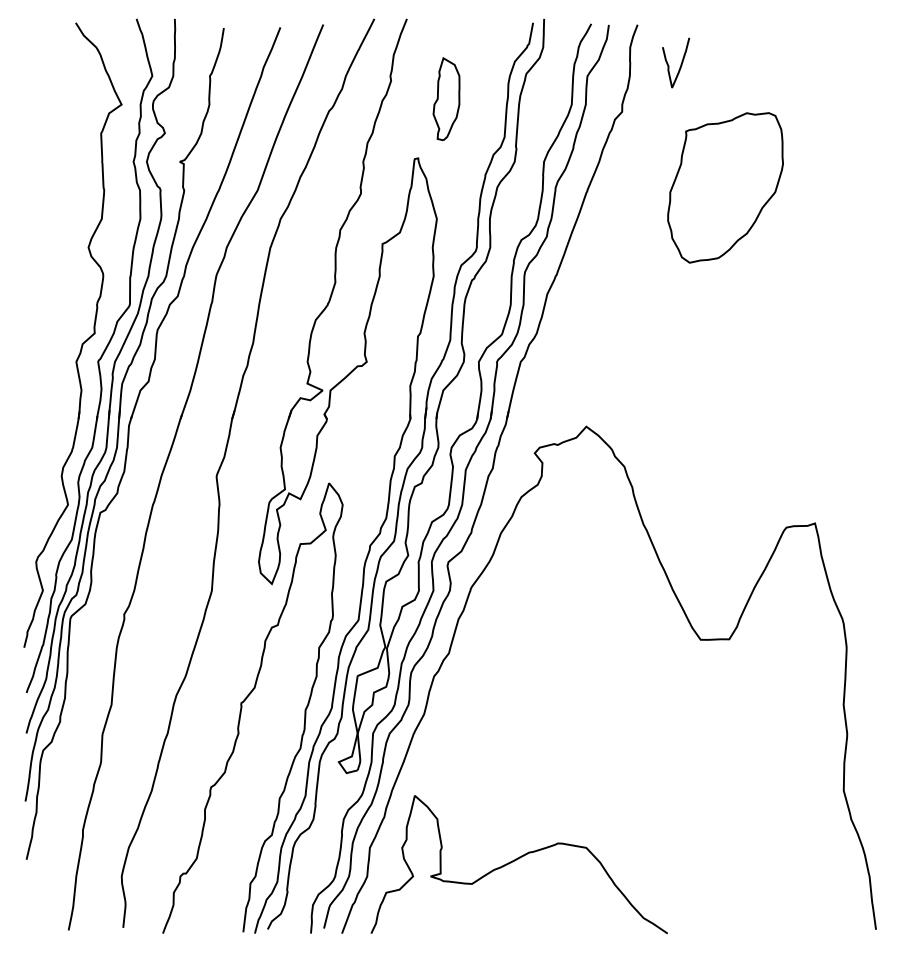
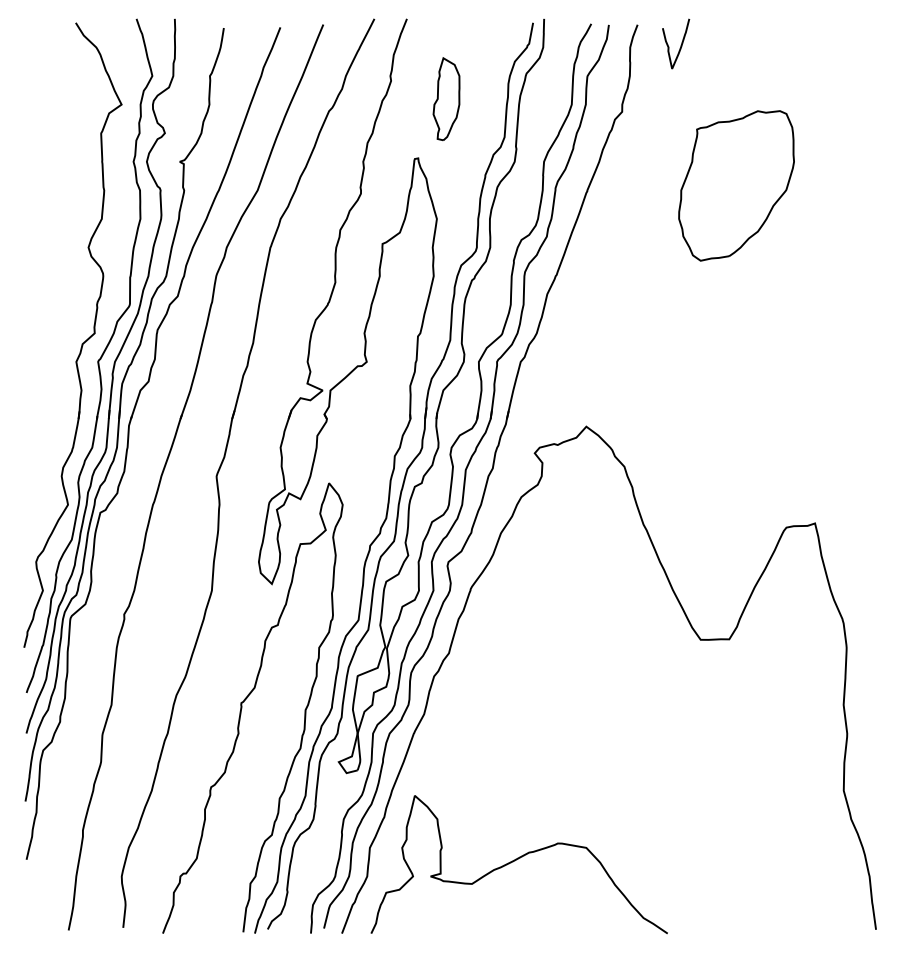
curve at (680, 64) position: (680, 64) -> (680, 45)
part at (725, 187) position: (725, 187) -> (736, 185)
